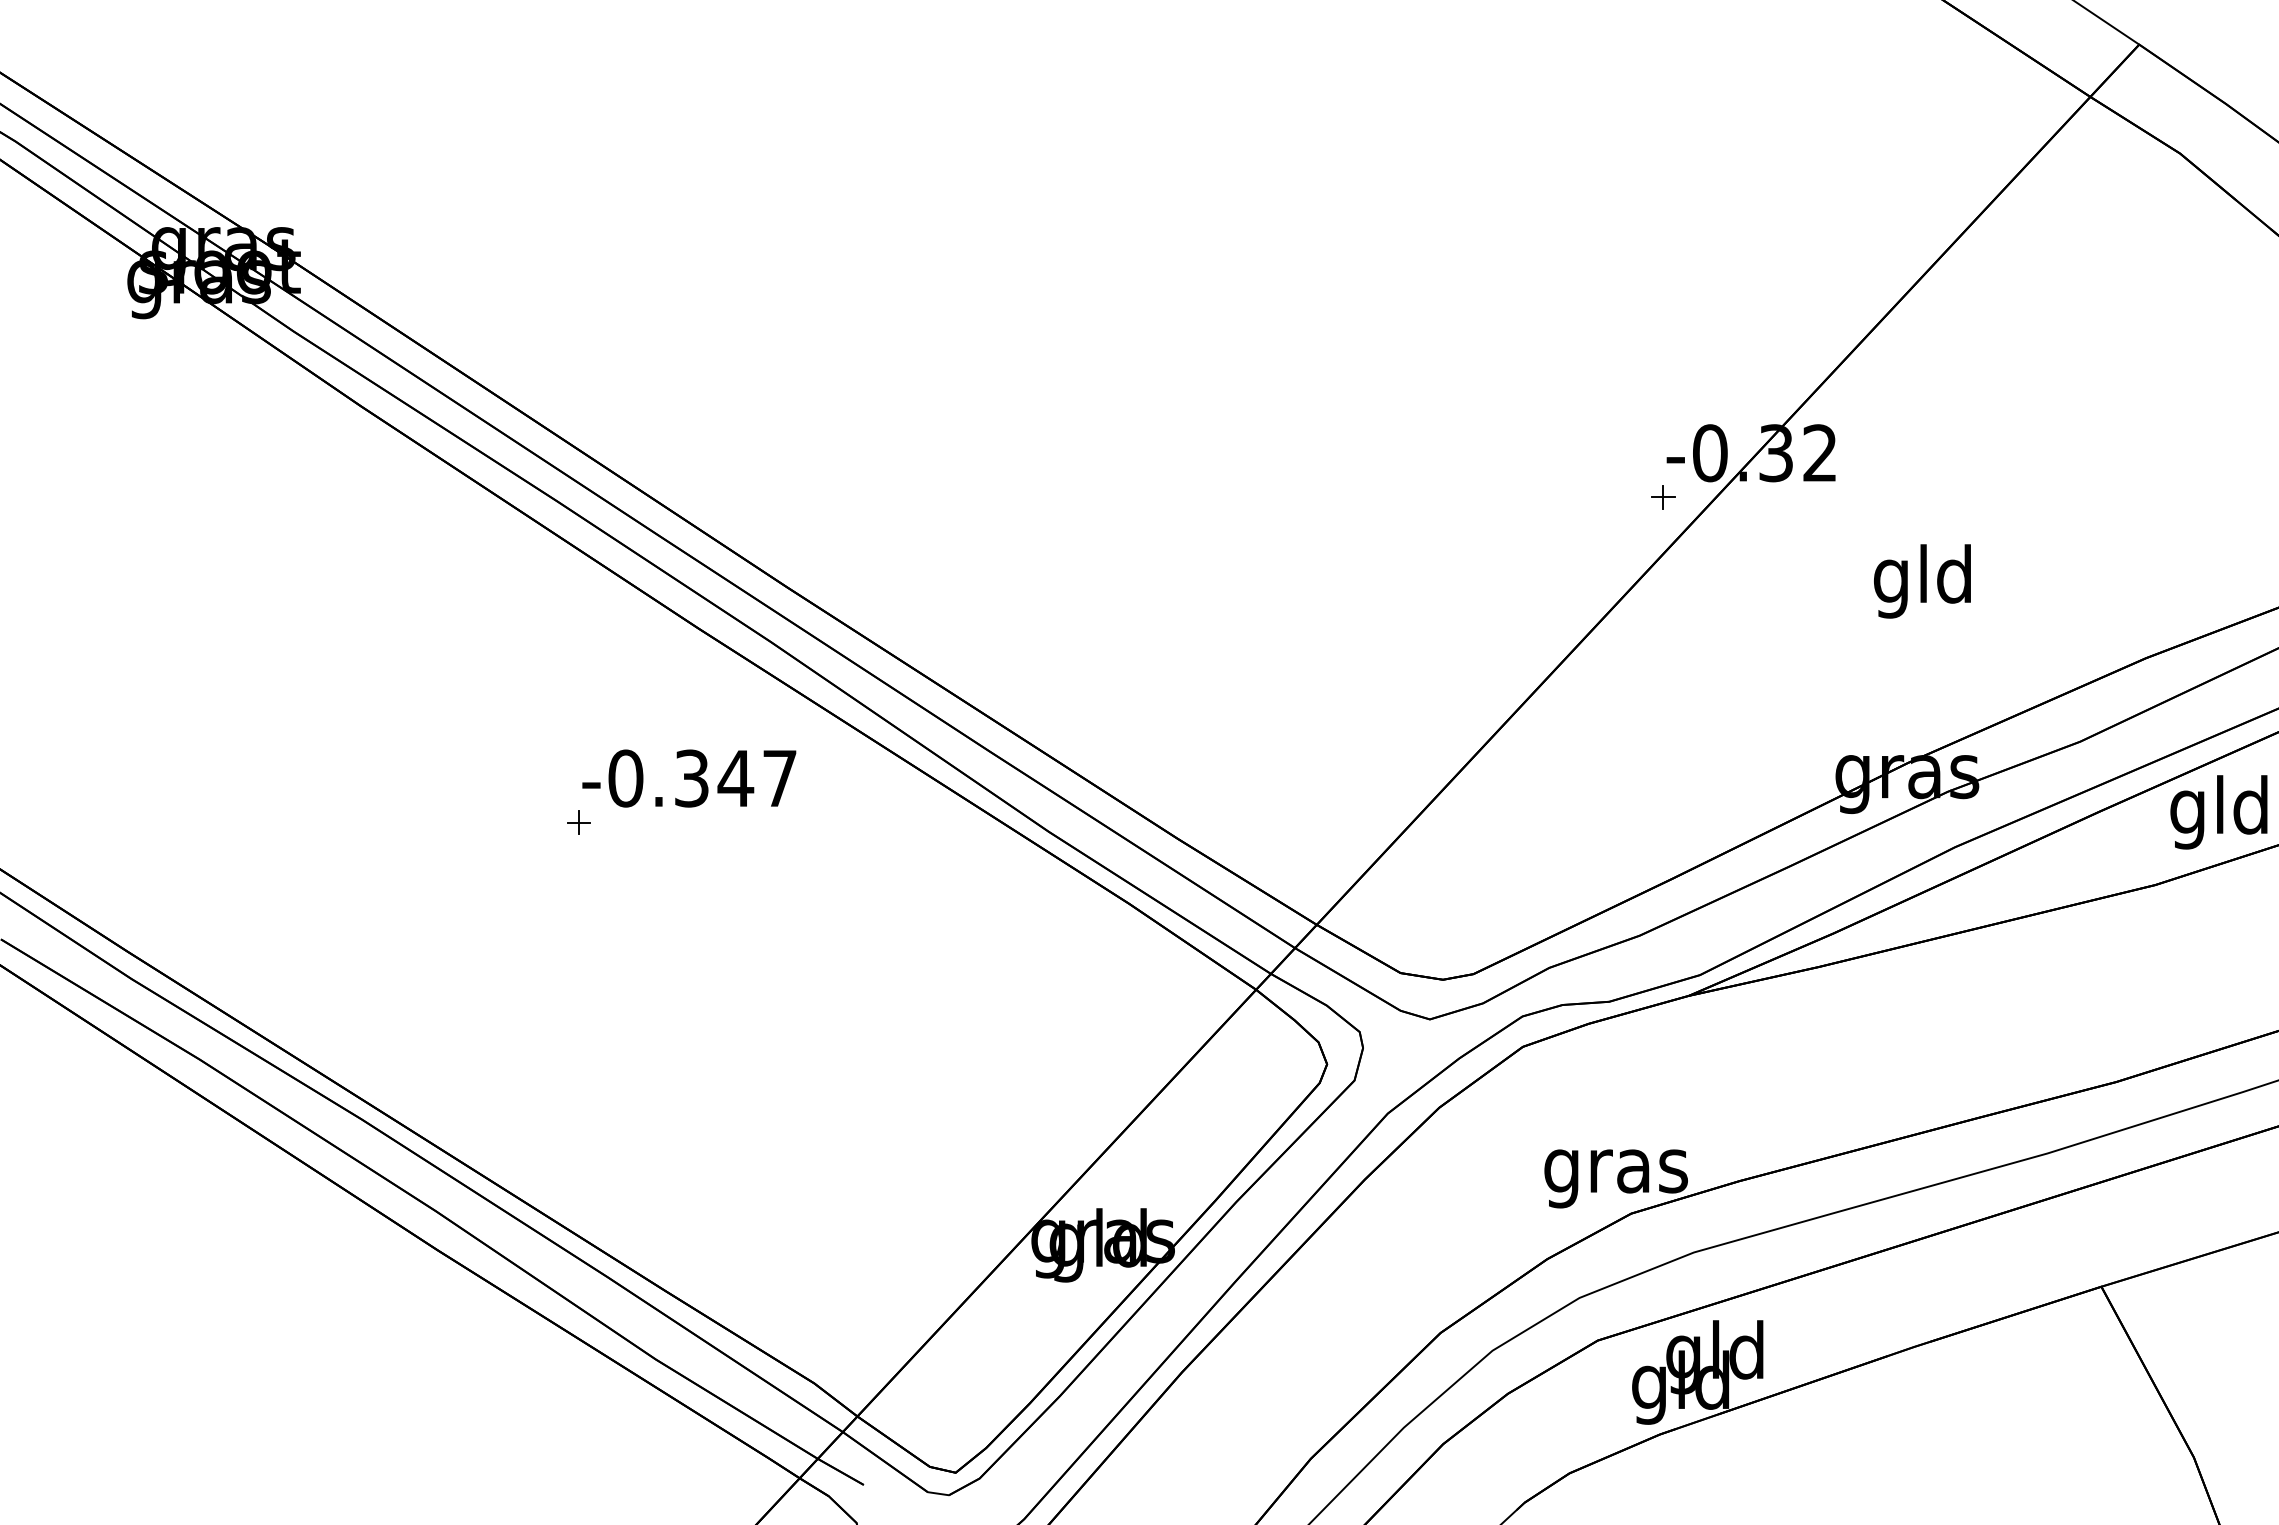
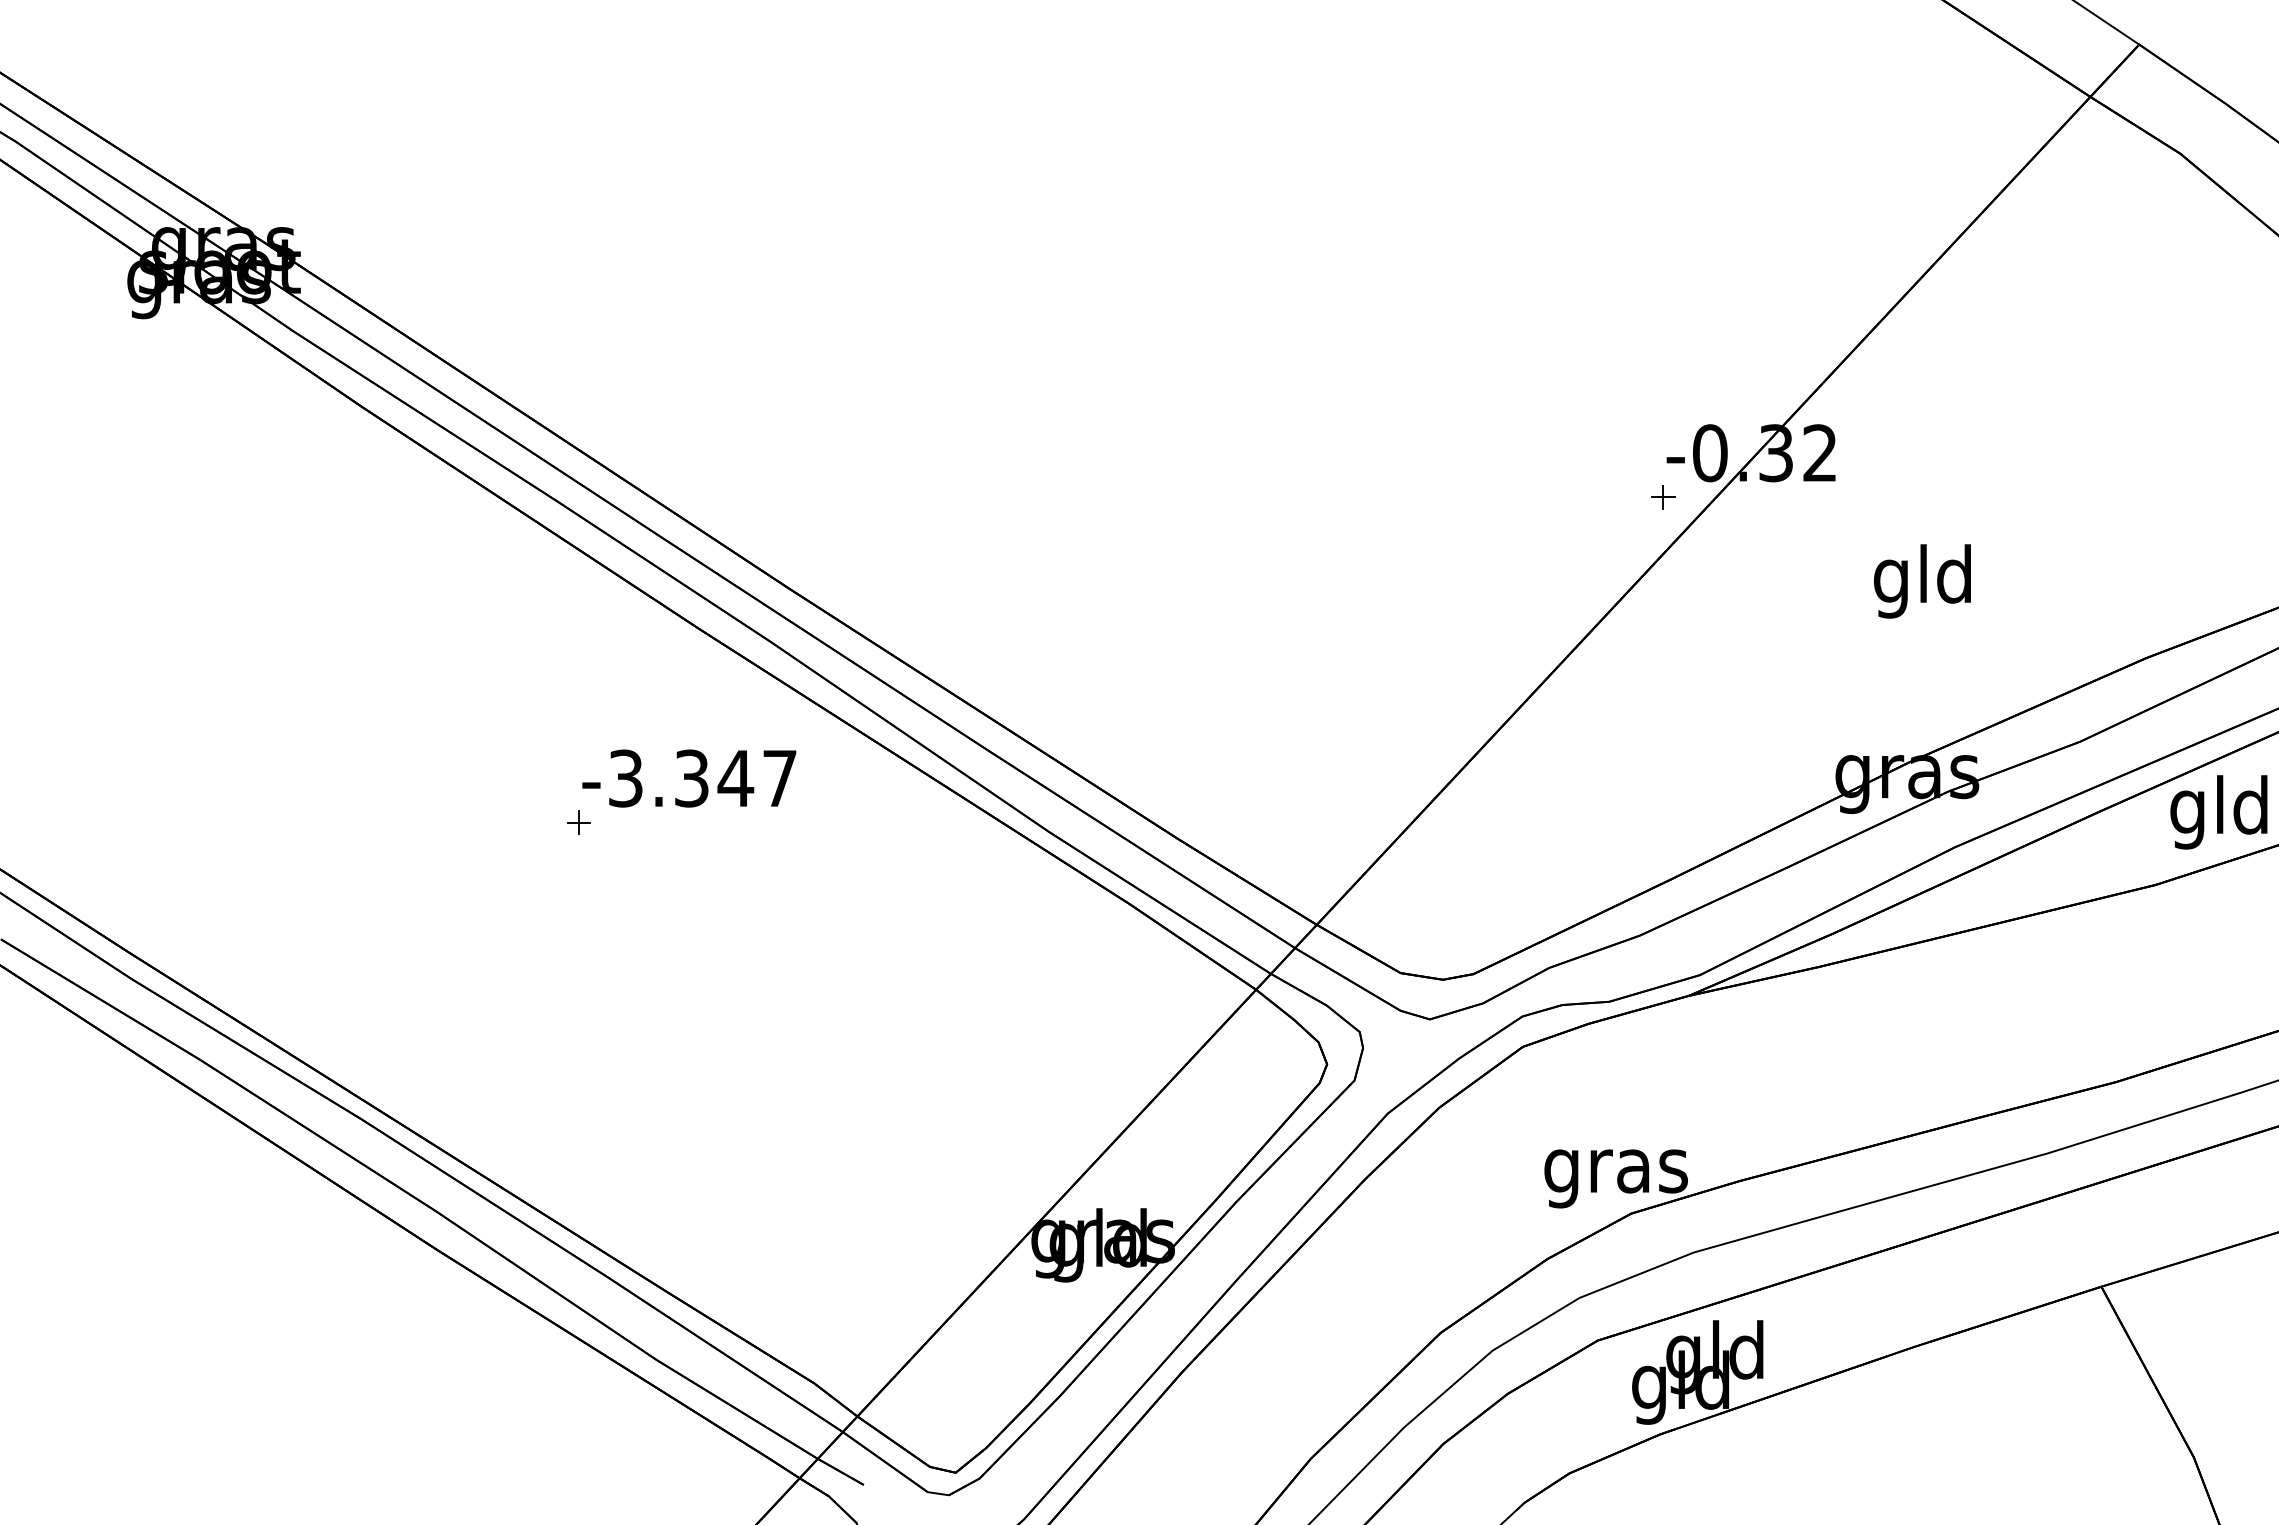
text at (625, 778): -0.347 -> -3.347
